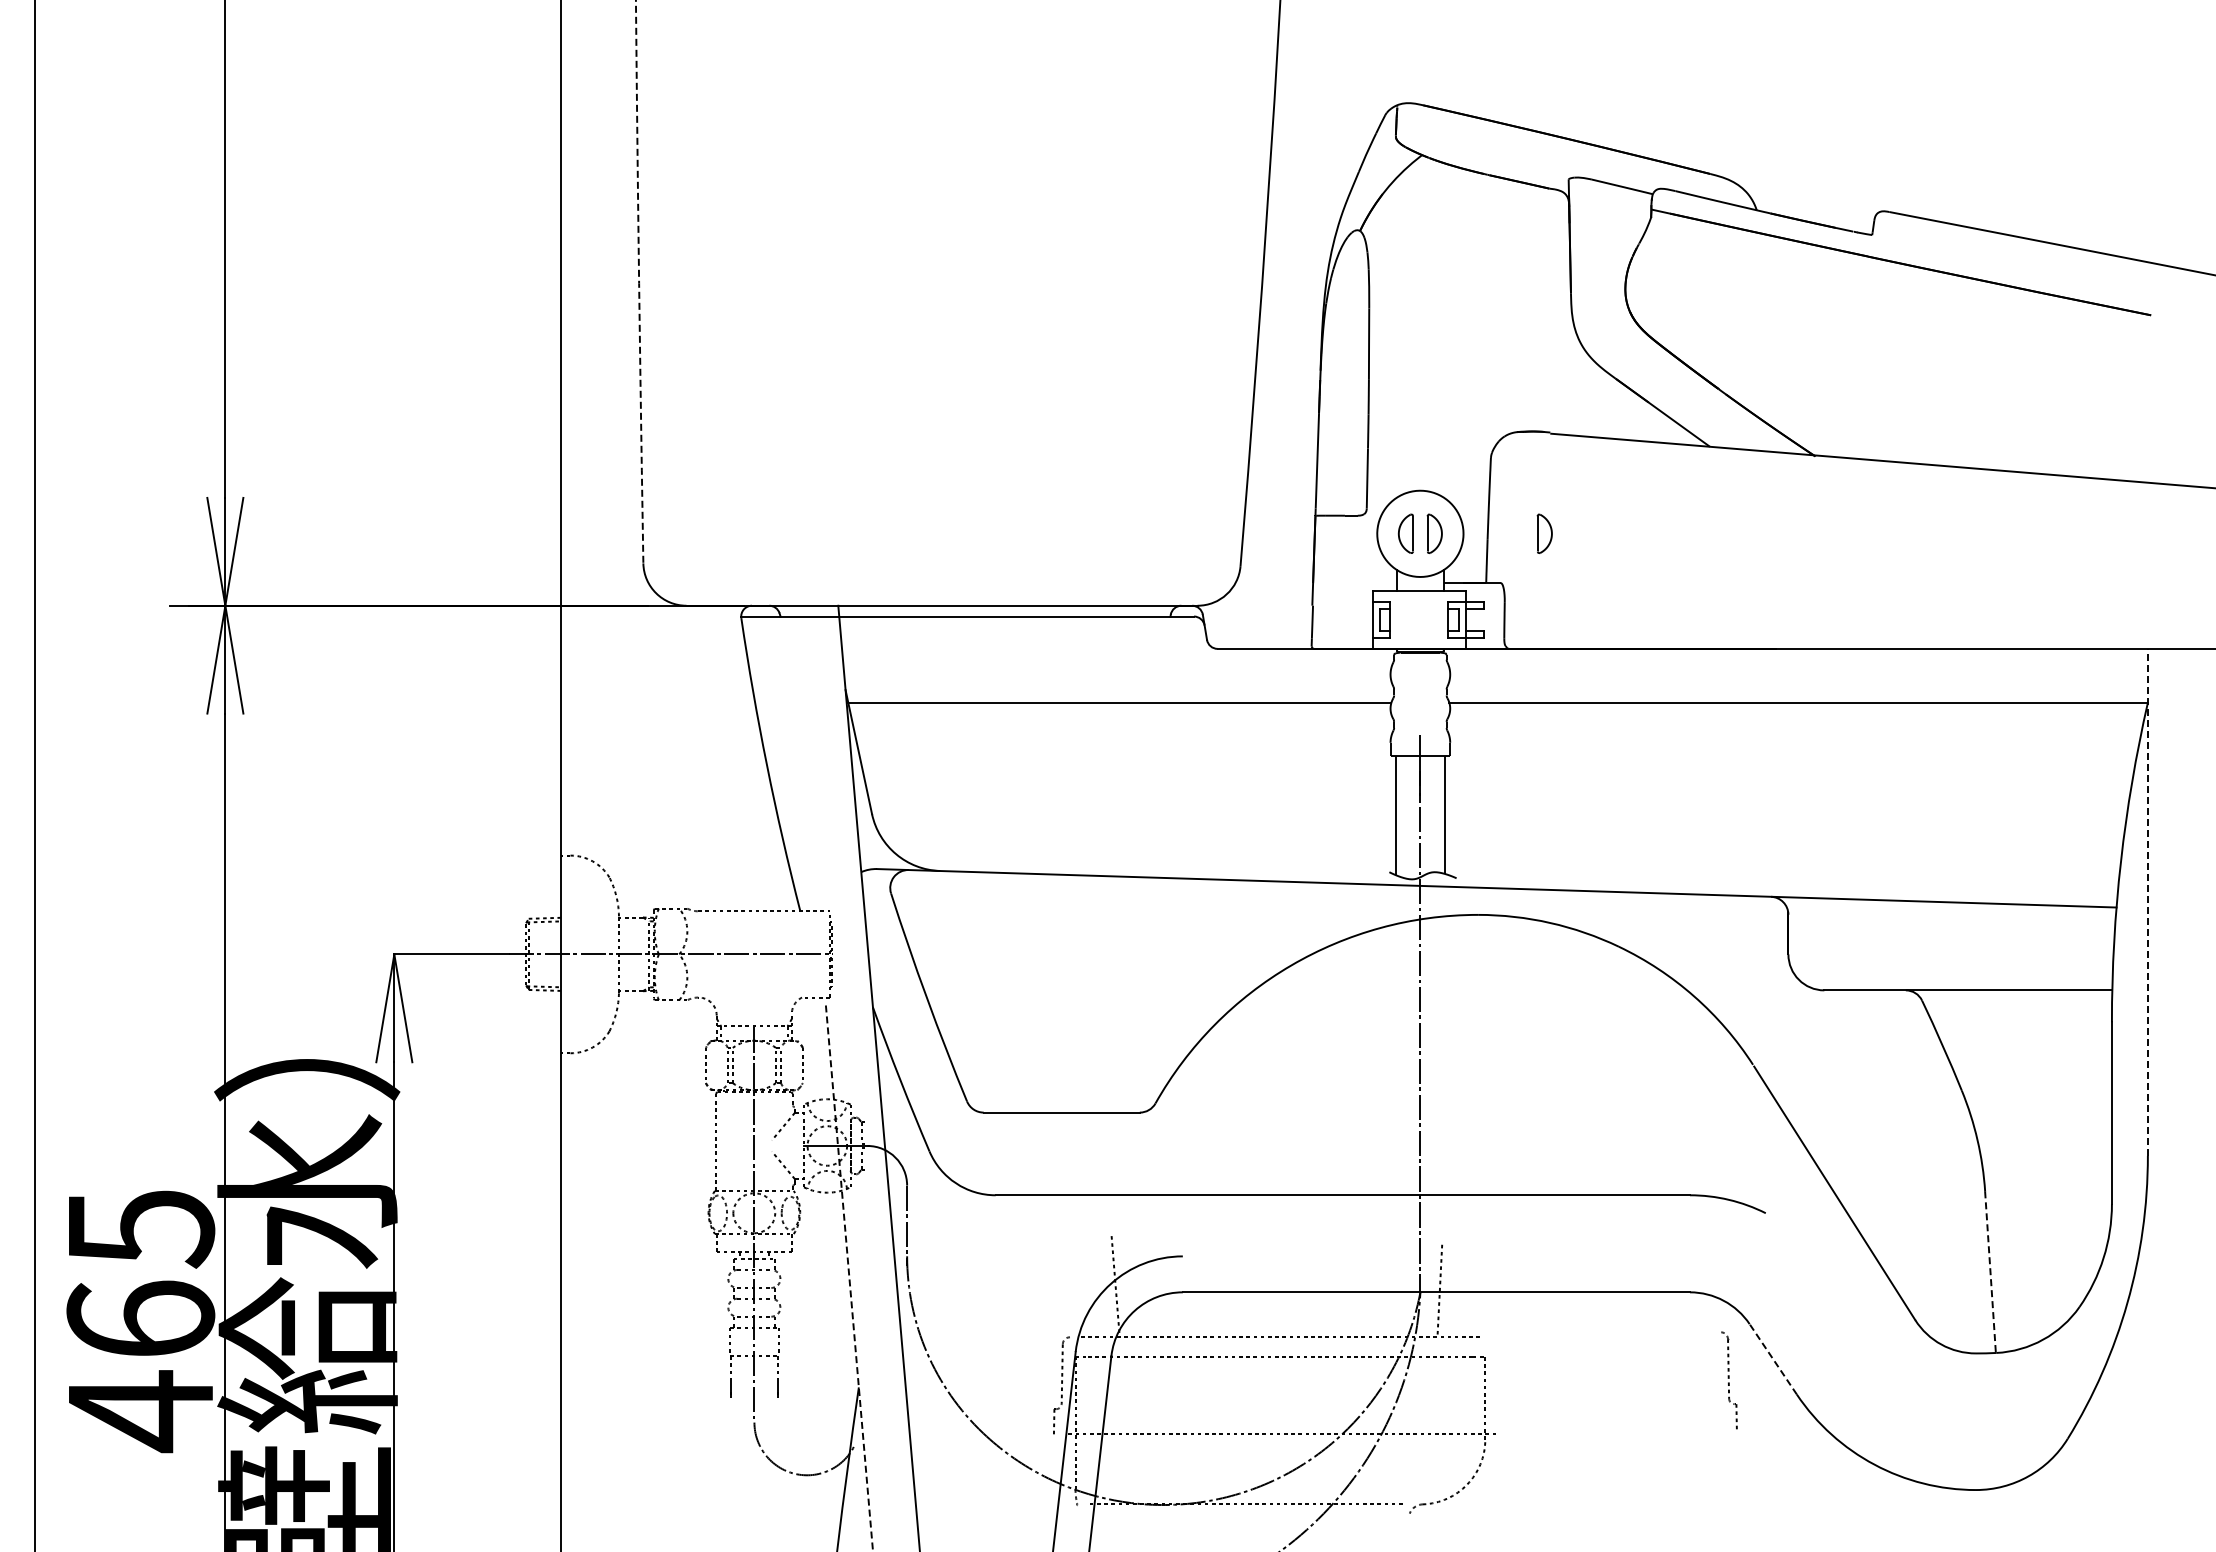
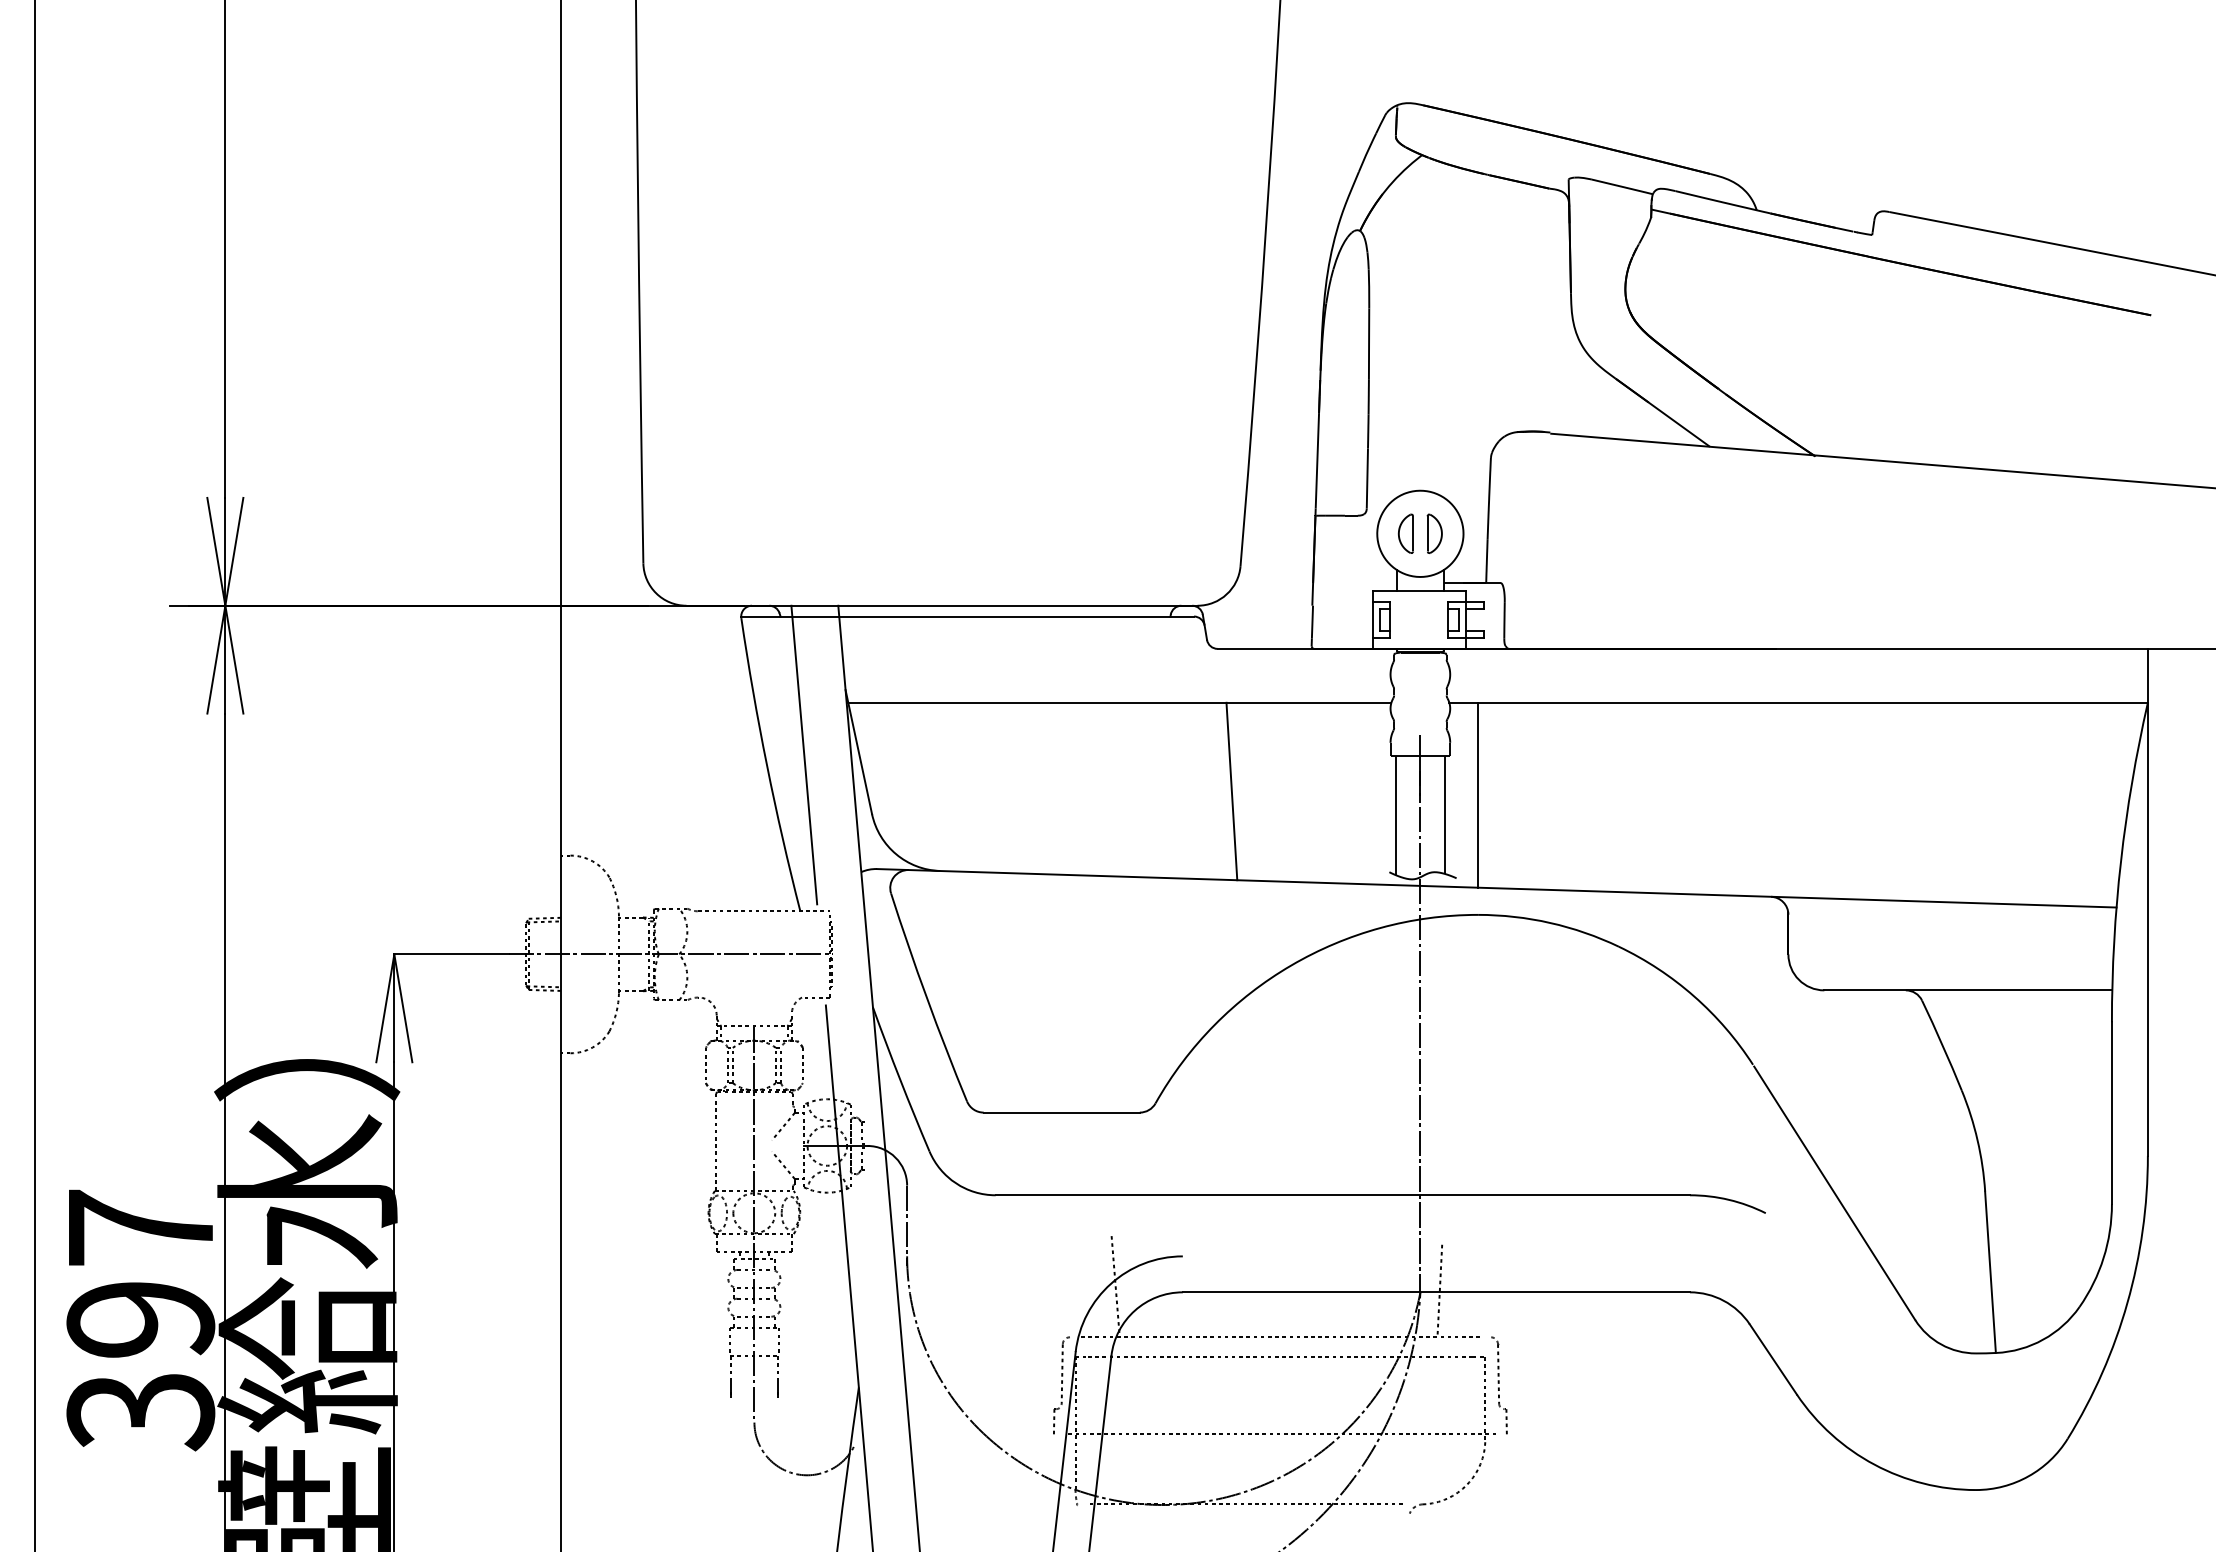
arc at (639, 282): dashed -> solid
part at (1544, 533): present -> none
line at (804, 754): none -> present
line at (1231, 791): none -> present
line at (1478, 794): none -> present
line at (2147, 902): dashed -> solid
line at (1990, 1272): dashed -> solid
line at (849, 1279): dashed -> solid
text at (140, 1321): 465 -> 397
line at (1772, 1358): dashed -> solid
part at (1729, 1380) position: (1729, 1380) -> (1499, 1385)
